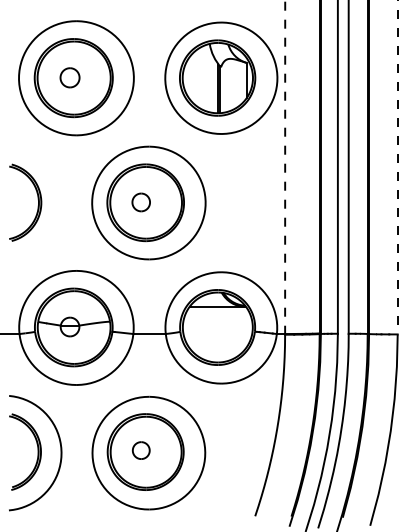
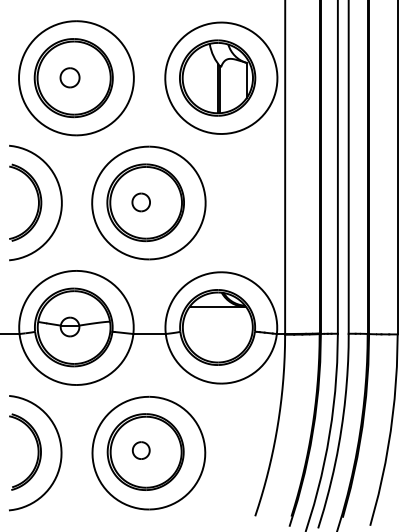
line at (285, 167): dashed -> solid
line at (397, 167): dashed -> solid
curve at (60, 200): none -> present
